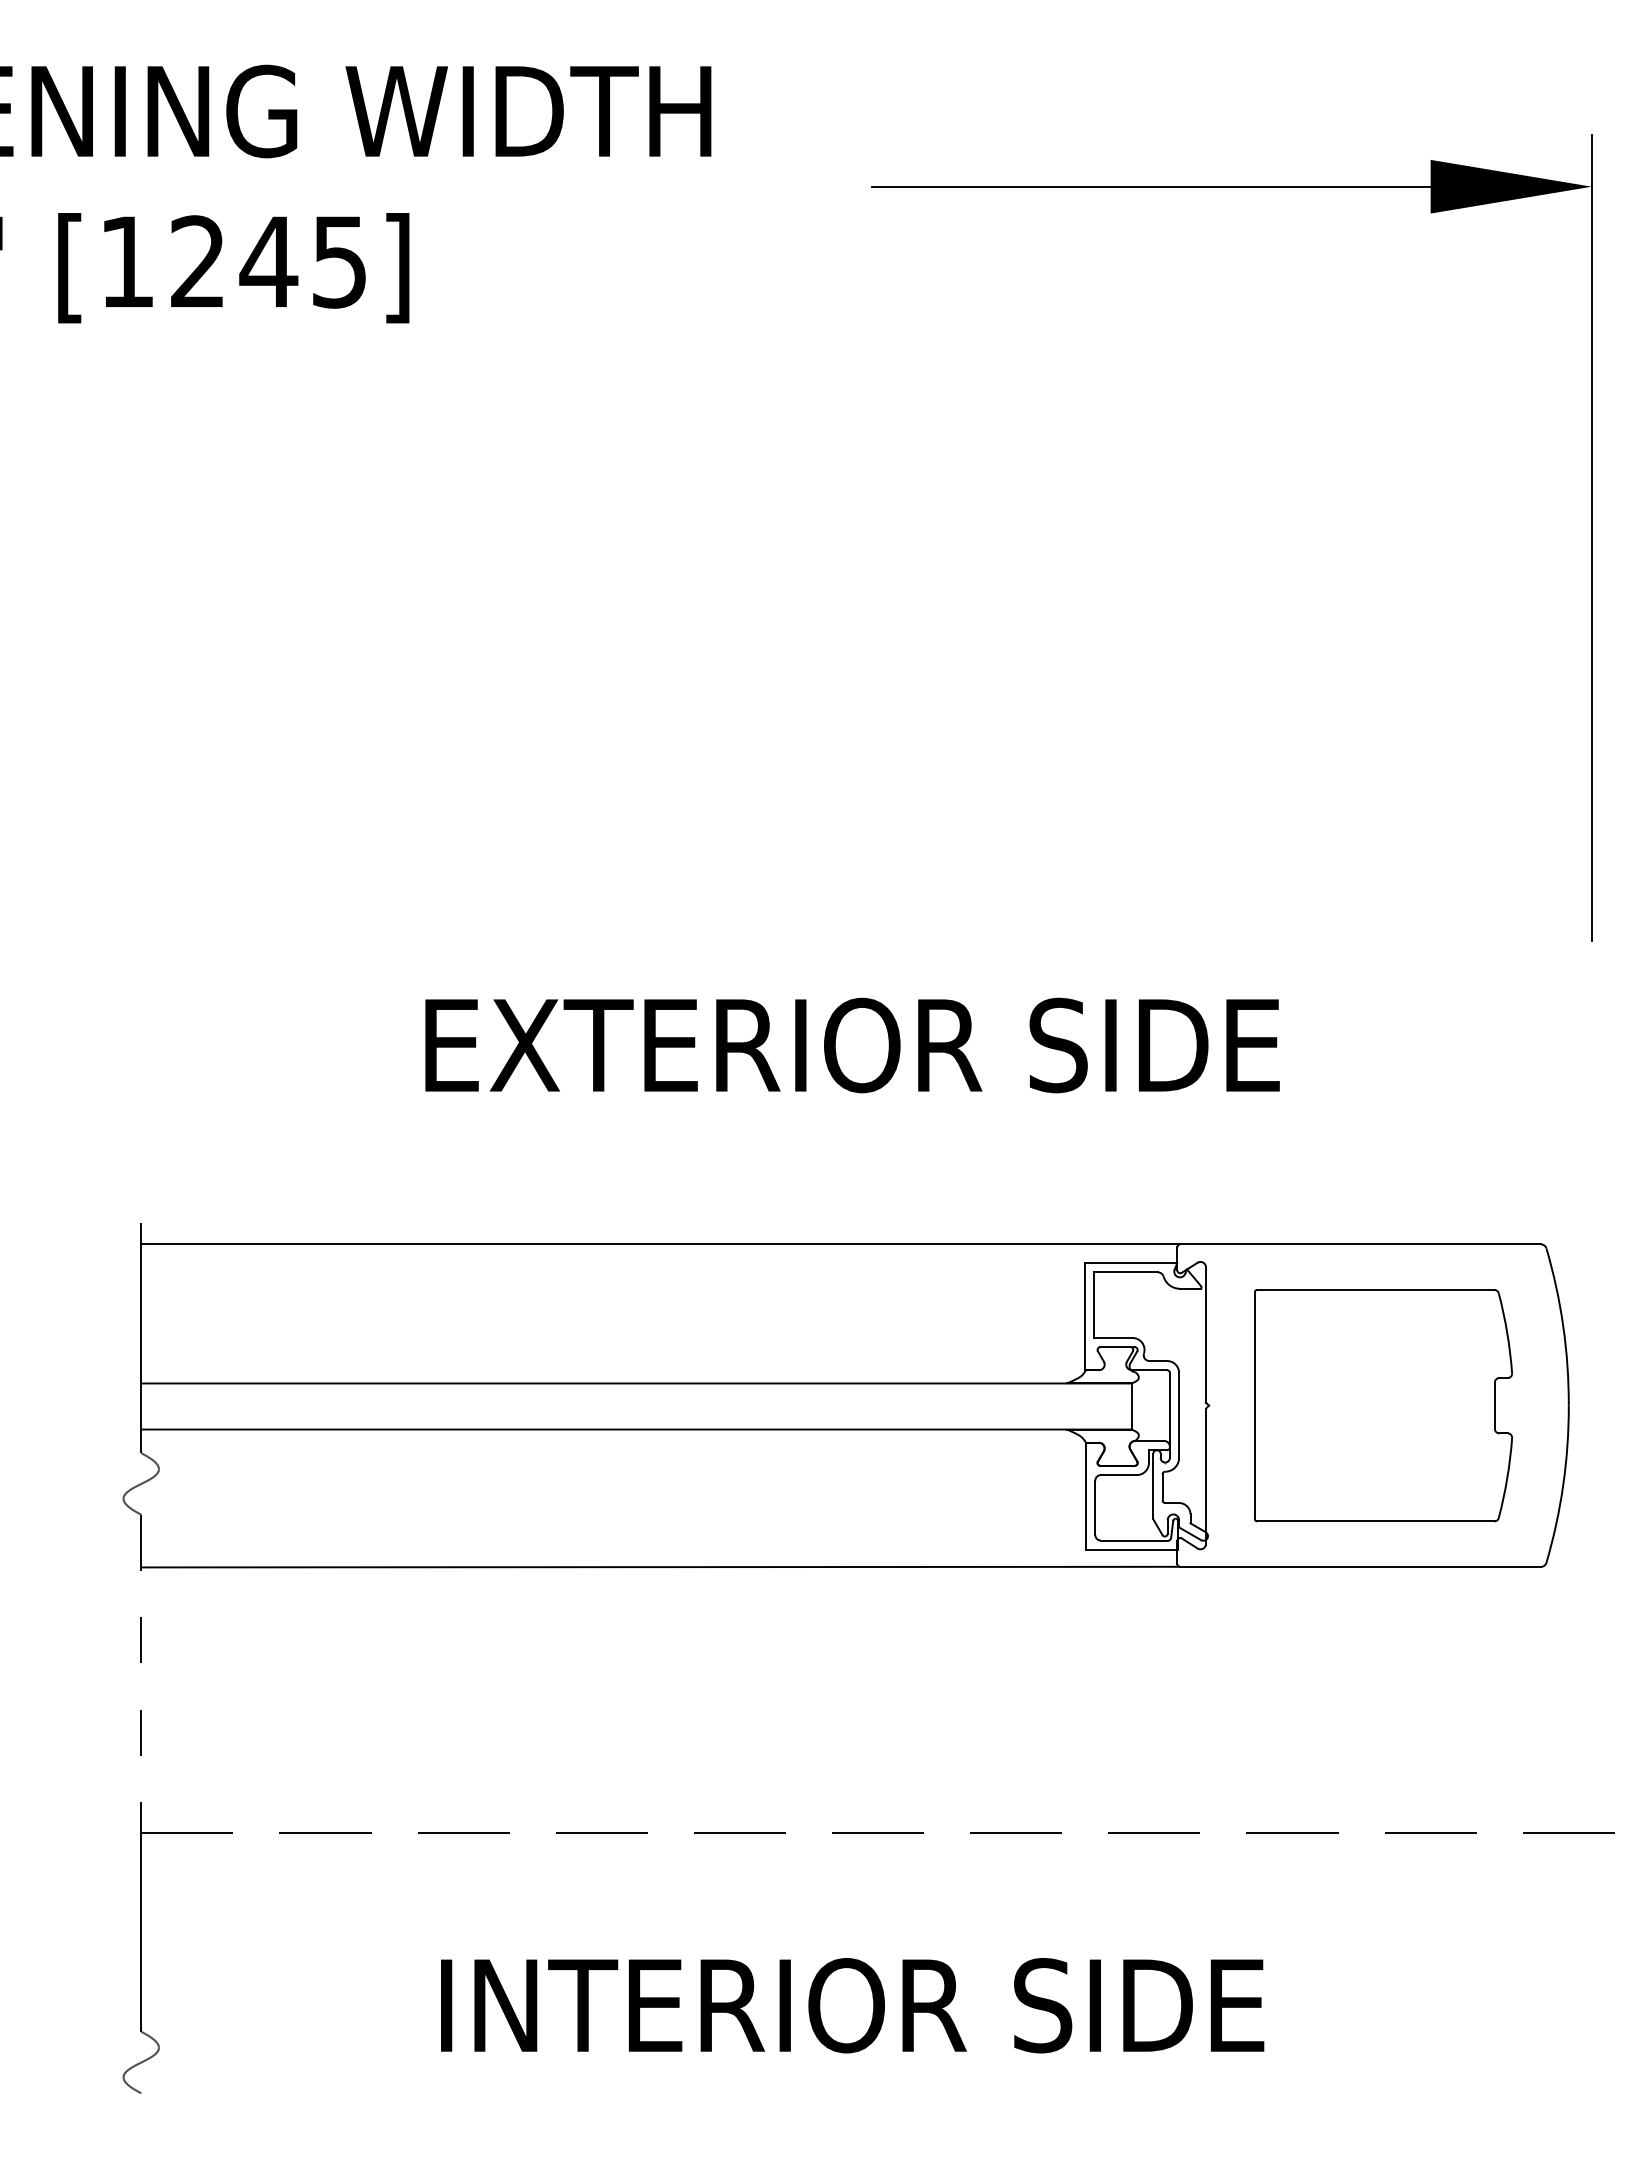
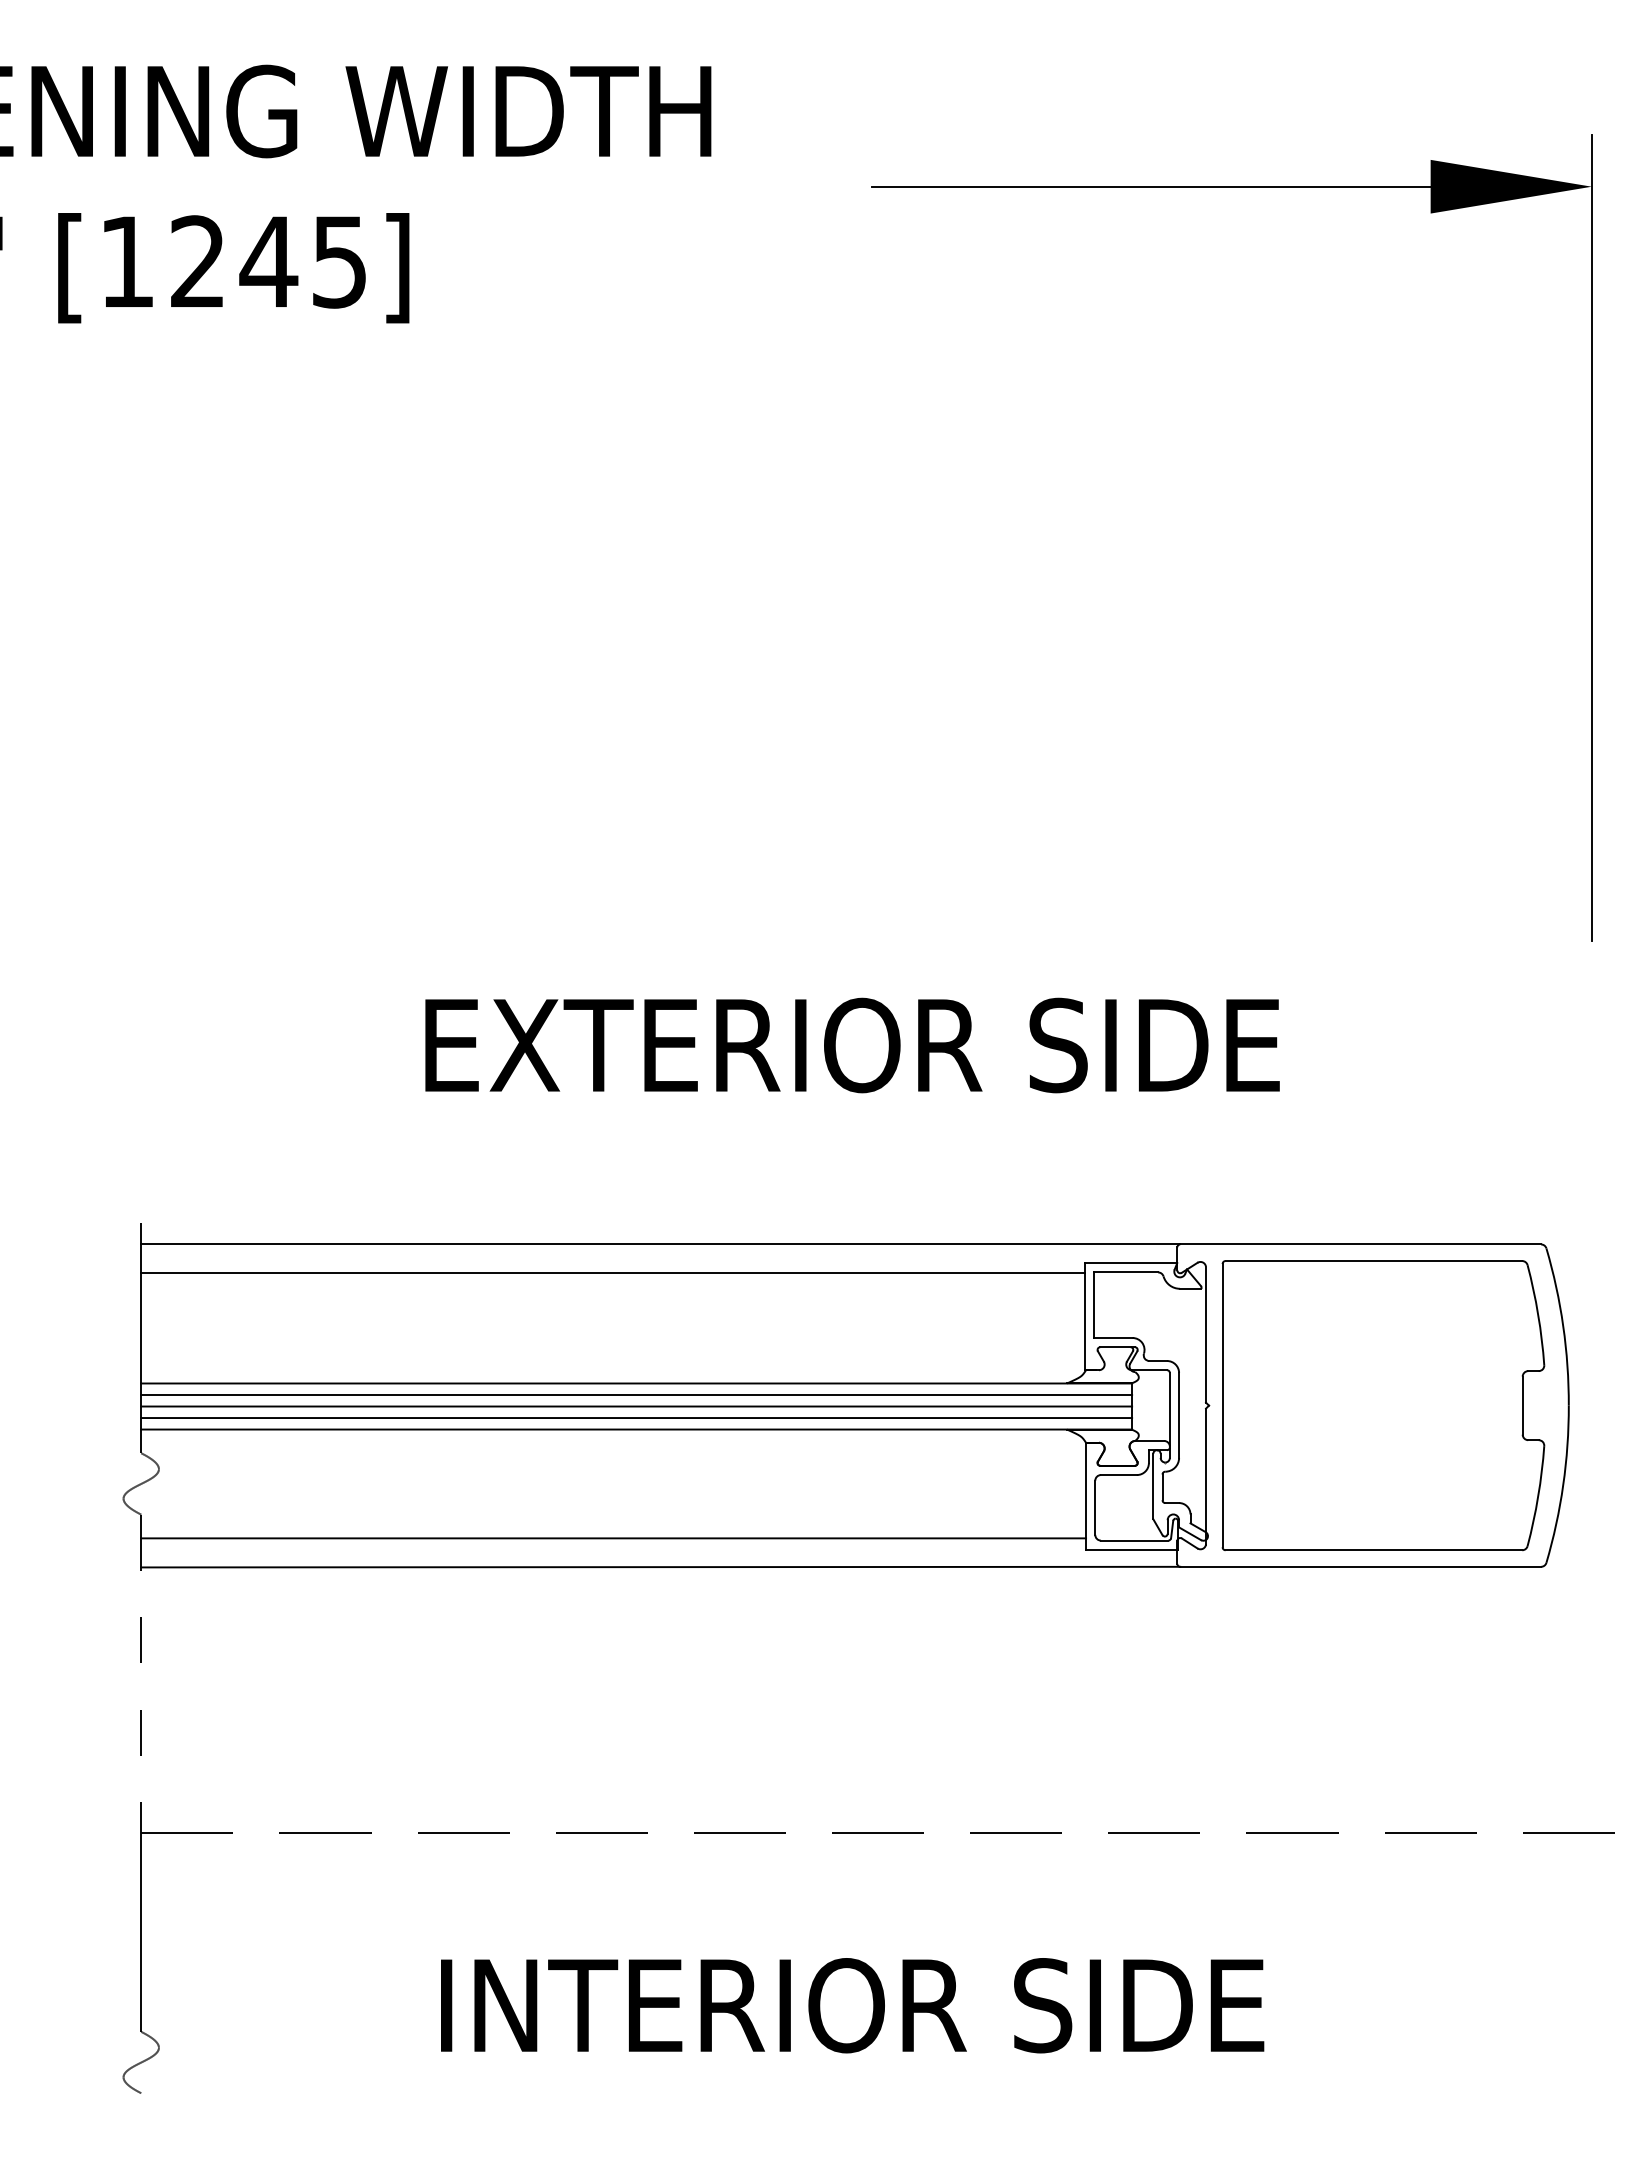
line at (613, 1272): none -> present
line at (636, 1395): none -> present
part at (1383, 1405) size: 259x234 px -> 325x292 px
line at (636, 1406): none -> present
line at (636, 1418): none -> present
line at (613, 1538): none -> present
